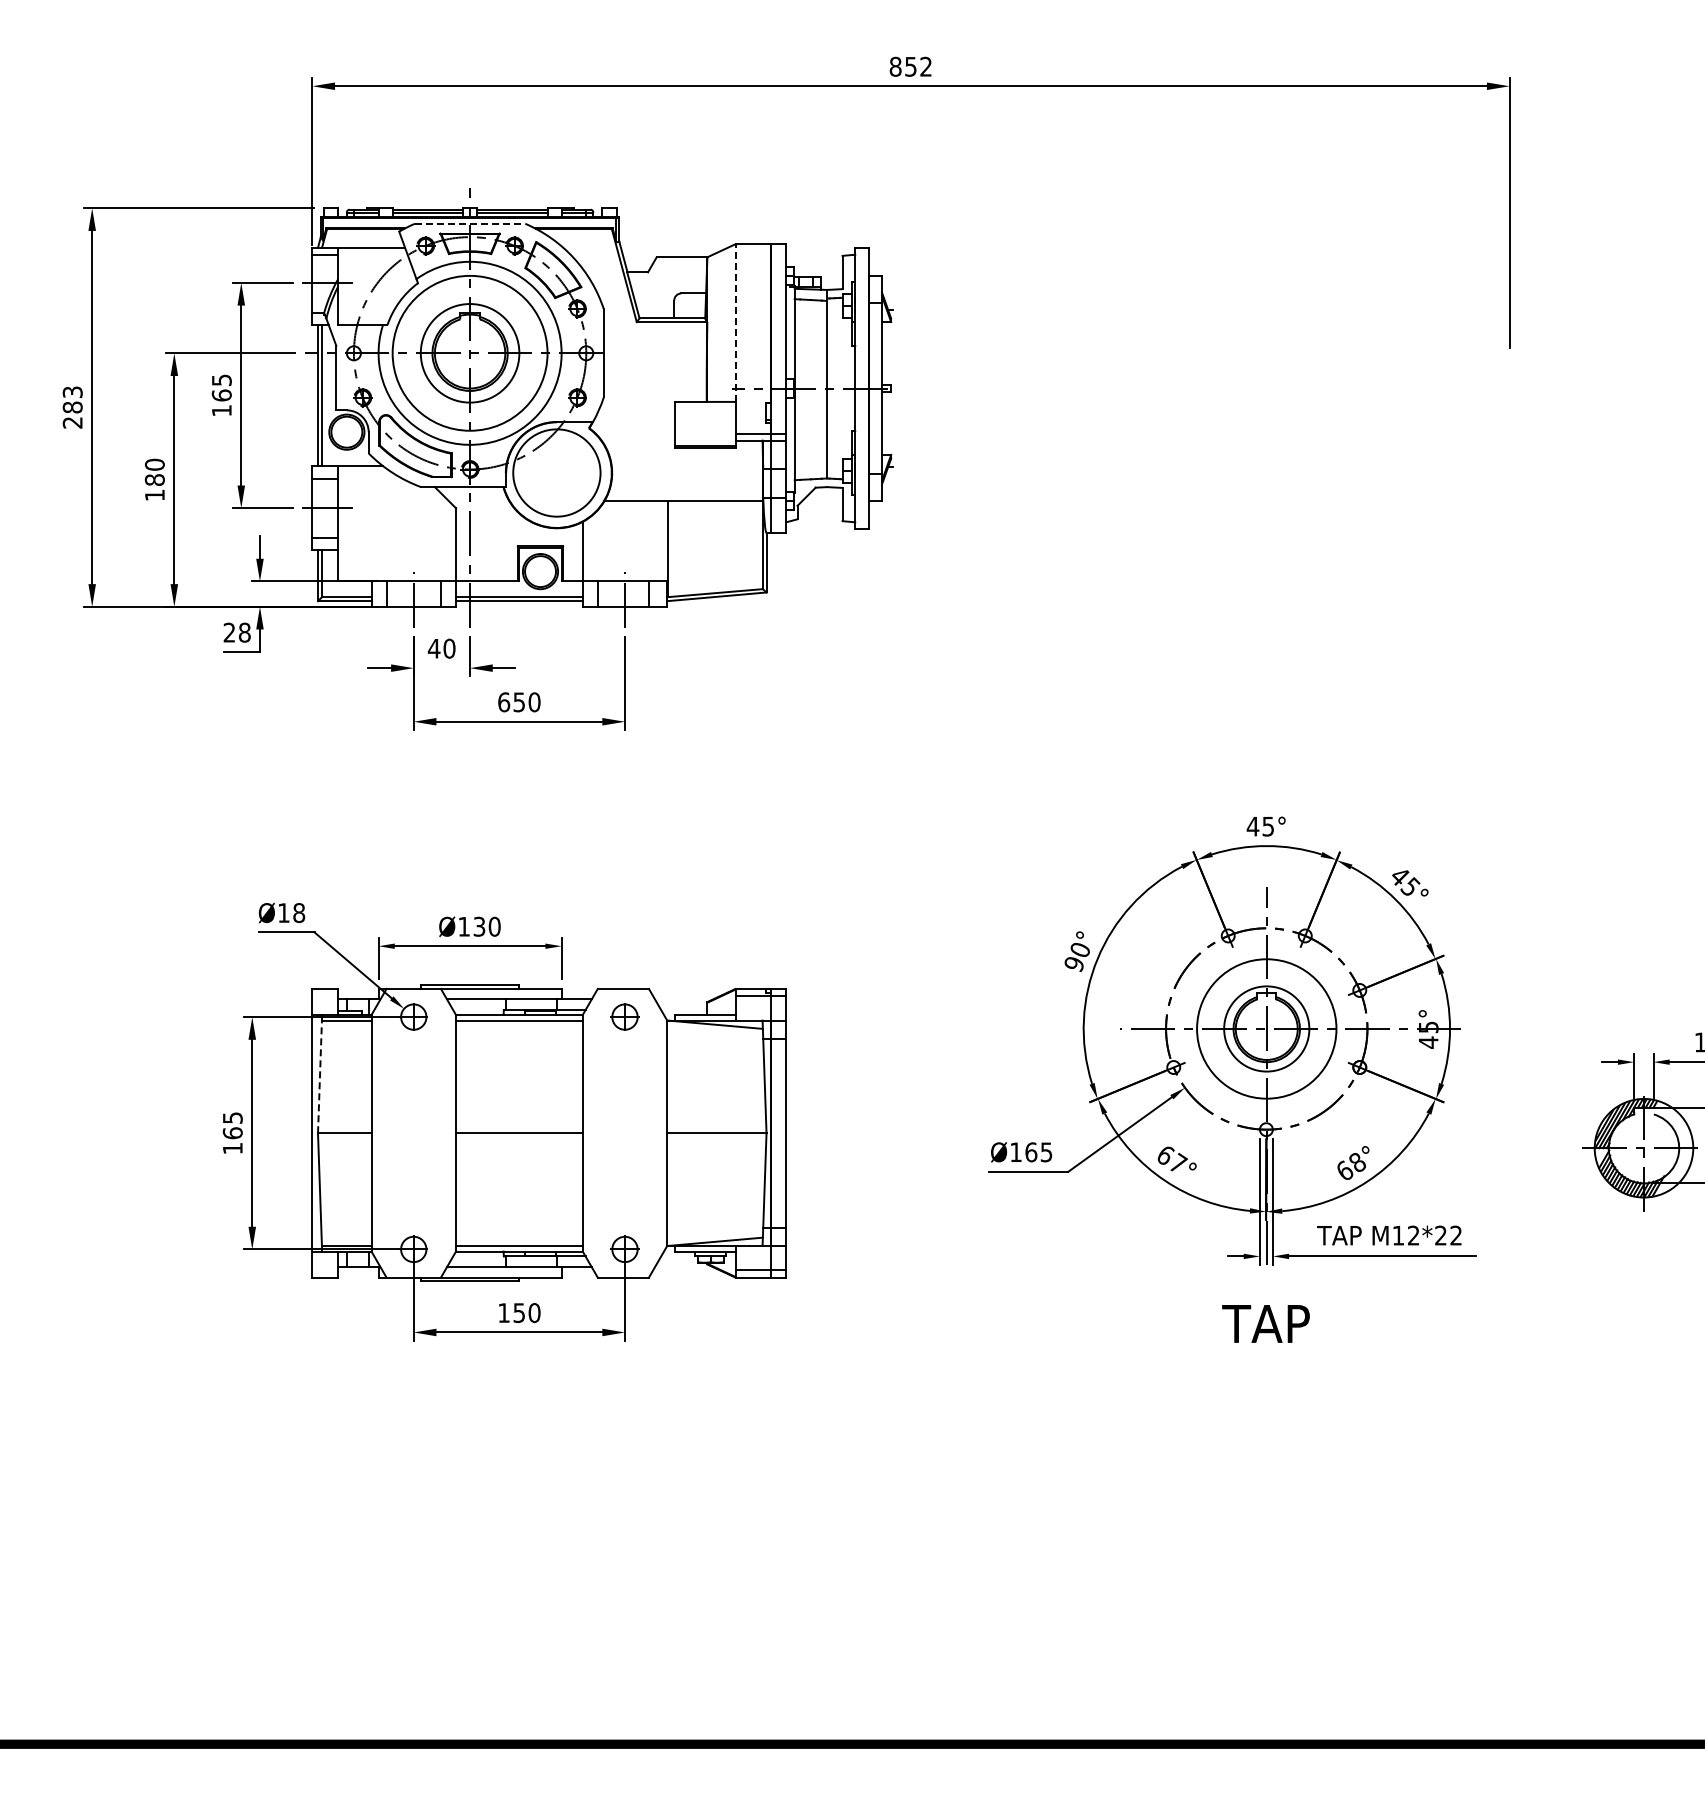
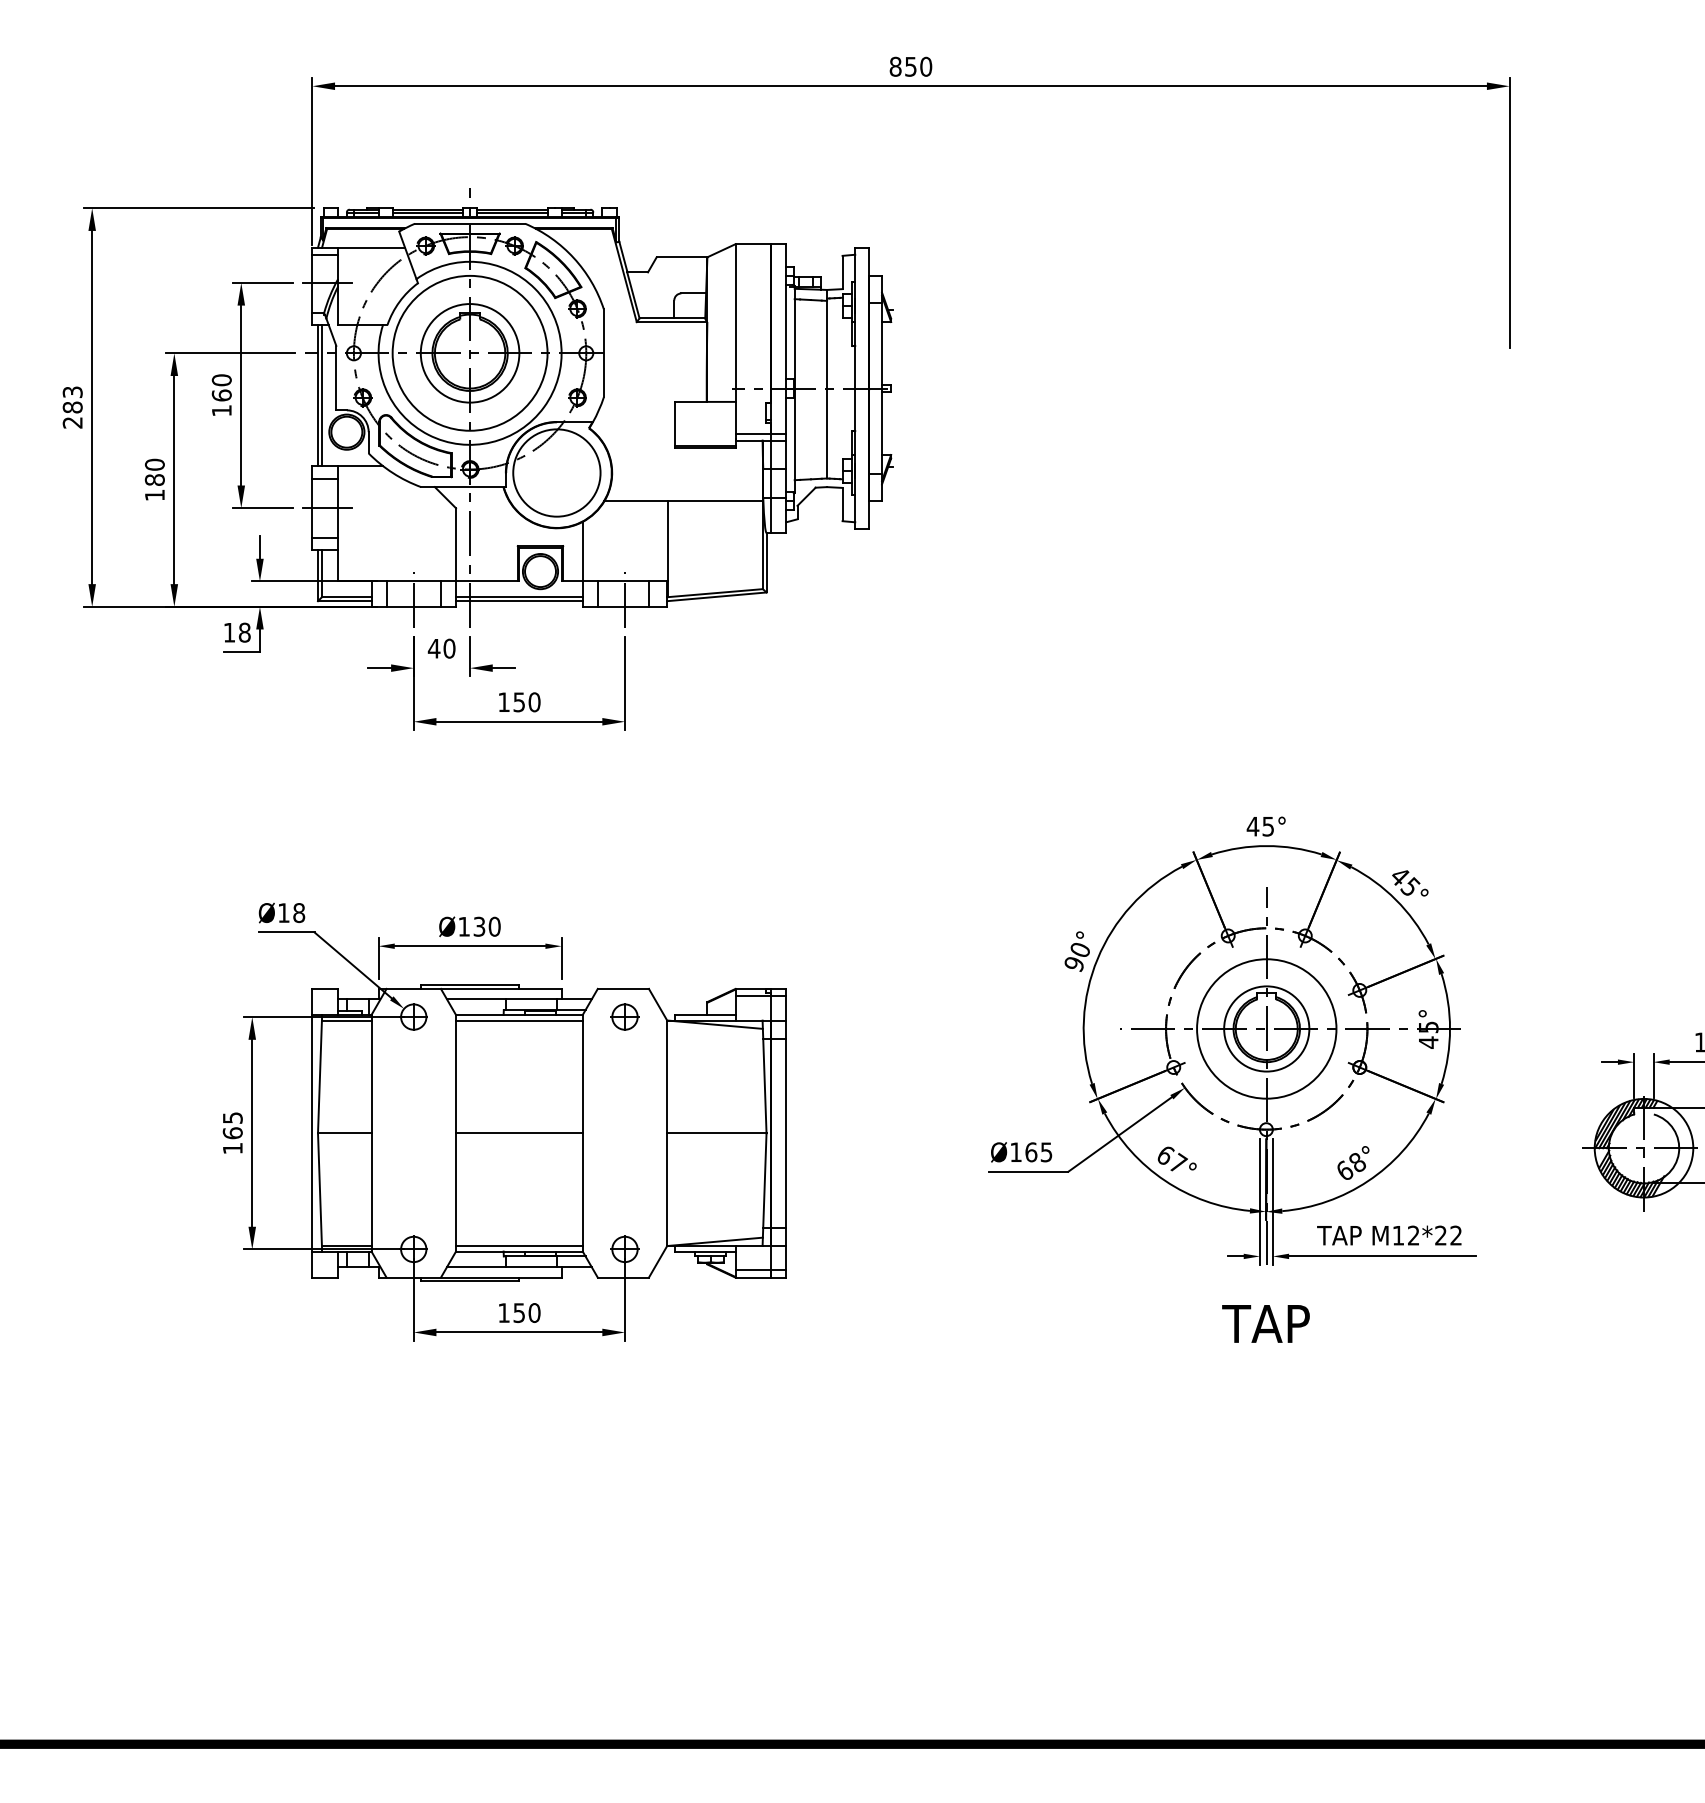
text at (926, 66): 852 -> 850
line at (470, 223): dashed -> solid
line at (735, 323): dashed -> solid
text at (221, 380): 165 -> 160
text at (228, 632): 28 -> 18
text at (504, 702): 650 -> 150
line at (319, 1076): dashed -> solid
